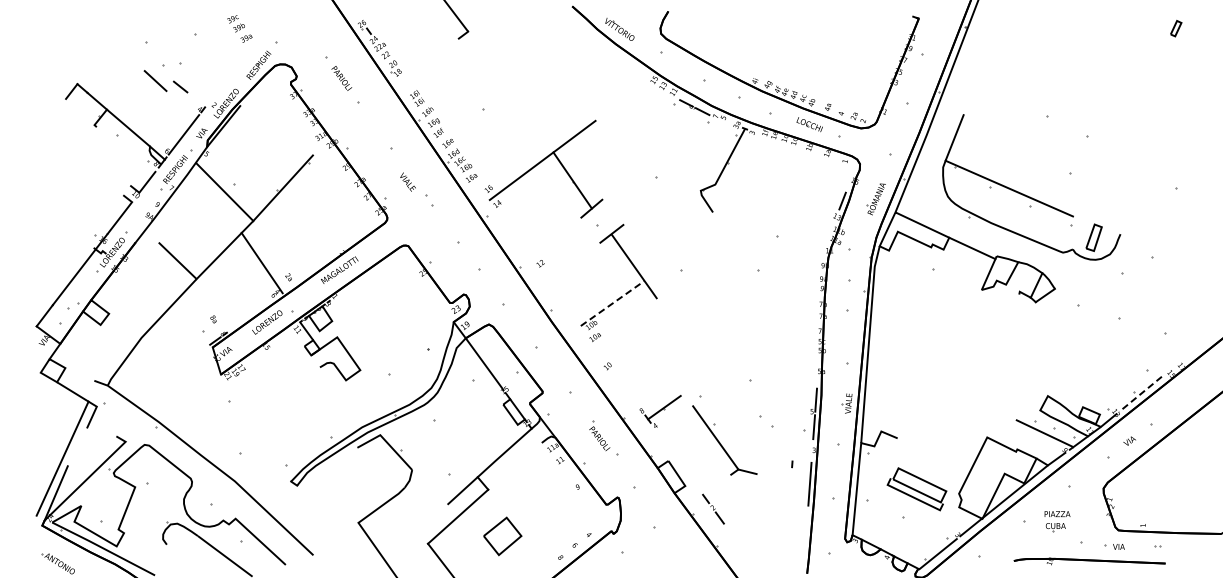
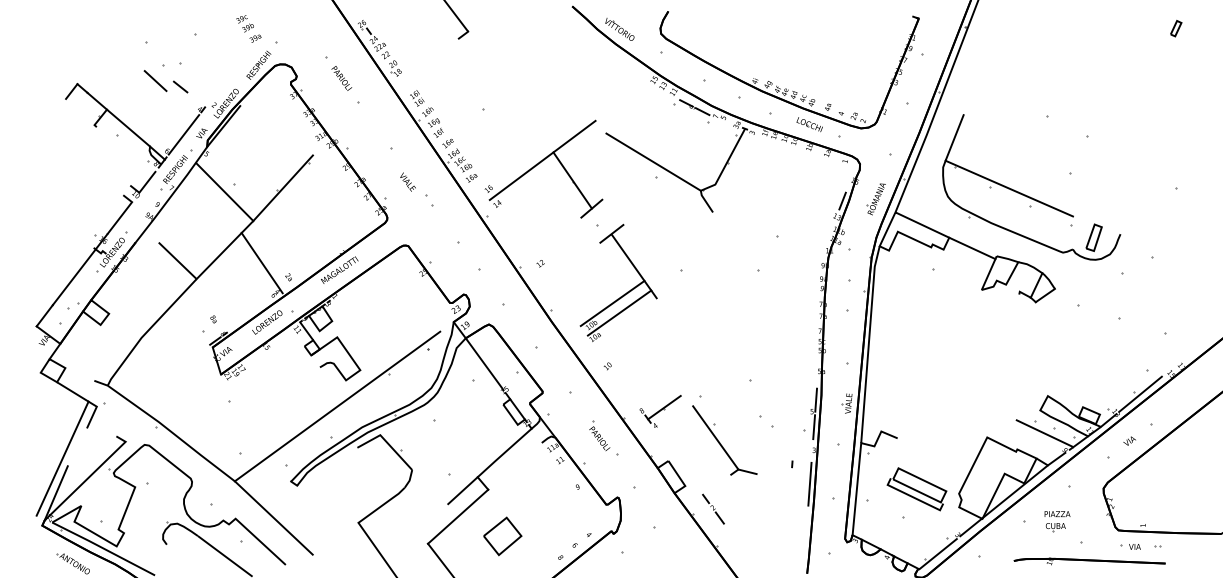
text at (239, 28) position: (239, 28) -> (248, 28)
line at (653, 161): none -> present
line at (613, 303): dashed -> solid
line at (619, 312): none -> present
line at (1140, 394): dashed -> solid
line at (337, 406): none -> present
part at (1114, 546) position: (1114, 546) -> (1130, 546)
part at (57, 563) position: (57, 563) -> (72, 563)
